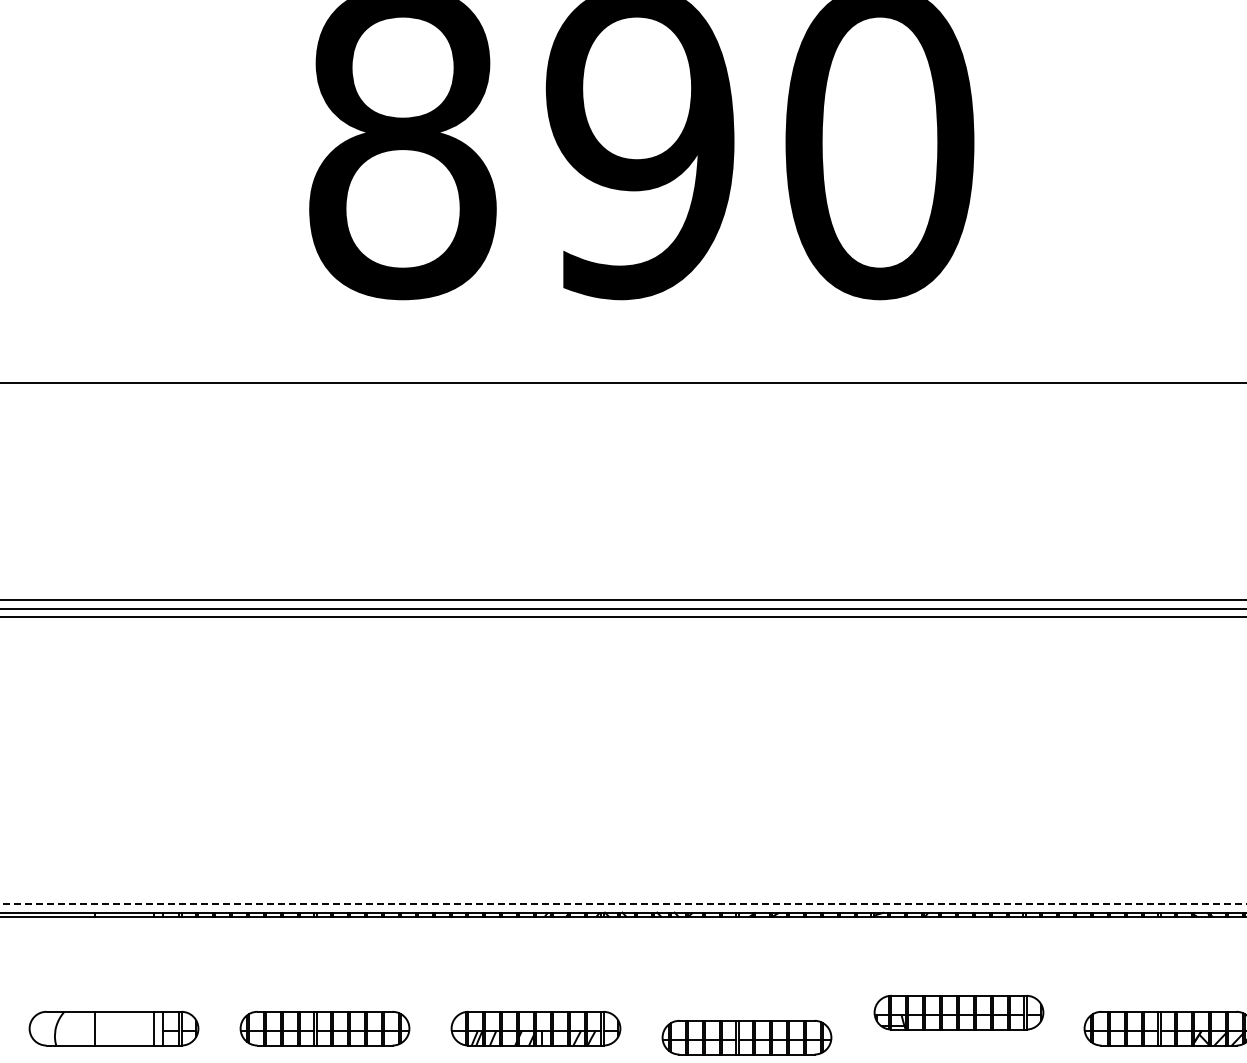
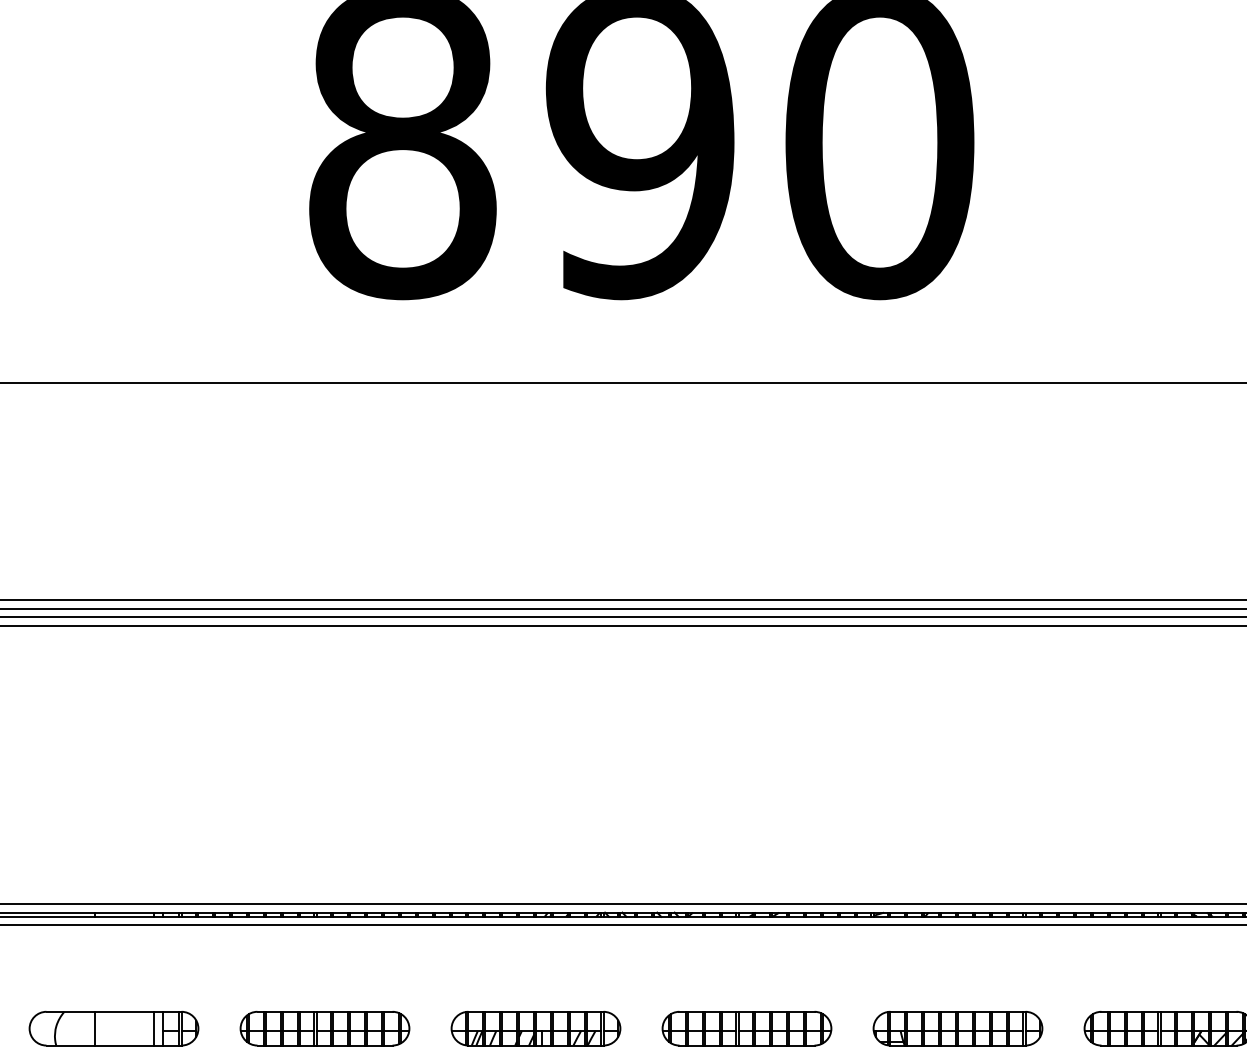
line at (622, 625): none -> present
line at (624, 904): dashed -> solid
line at (622, 925): none -> present
part at (958, 1012) position: (958, 1012) -> (957, 1028)
part at (746, 1037) position: (746, 1037) -> (746, 1028)
